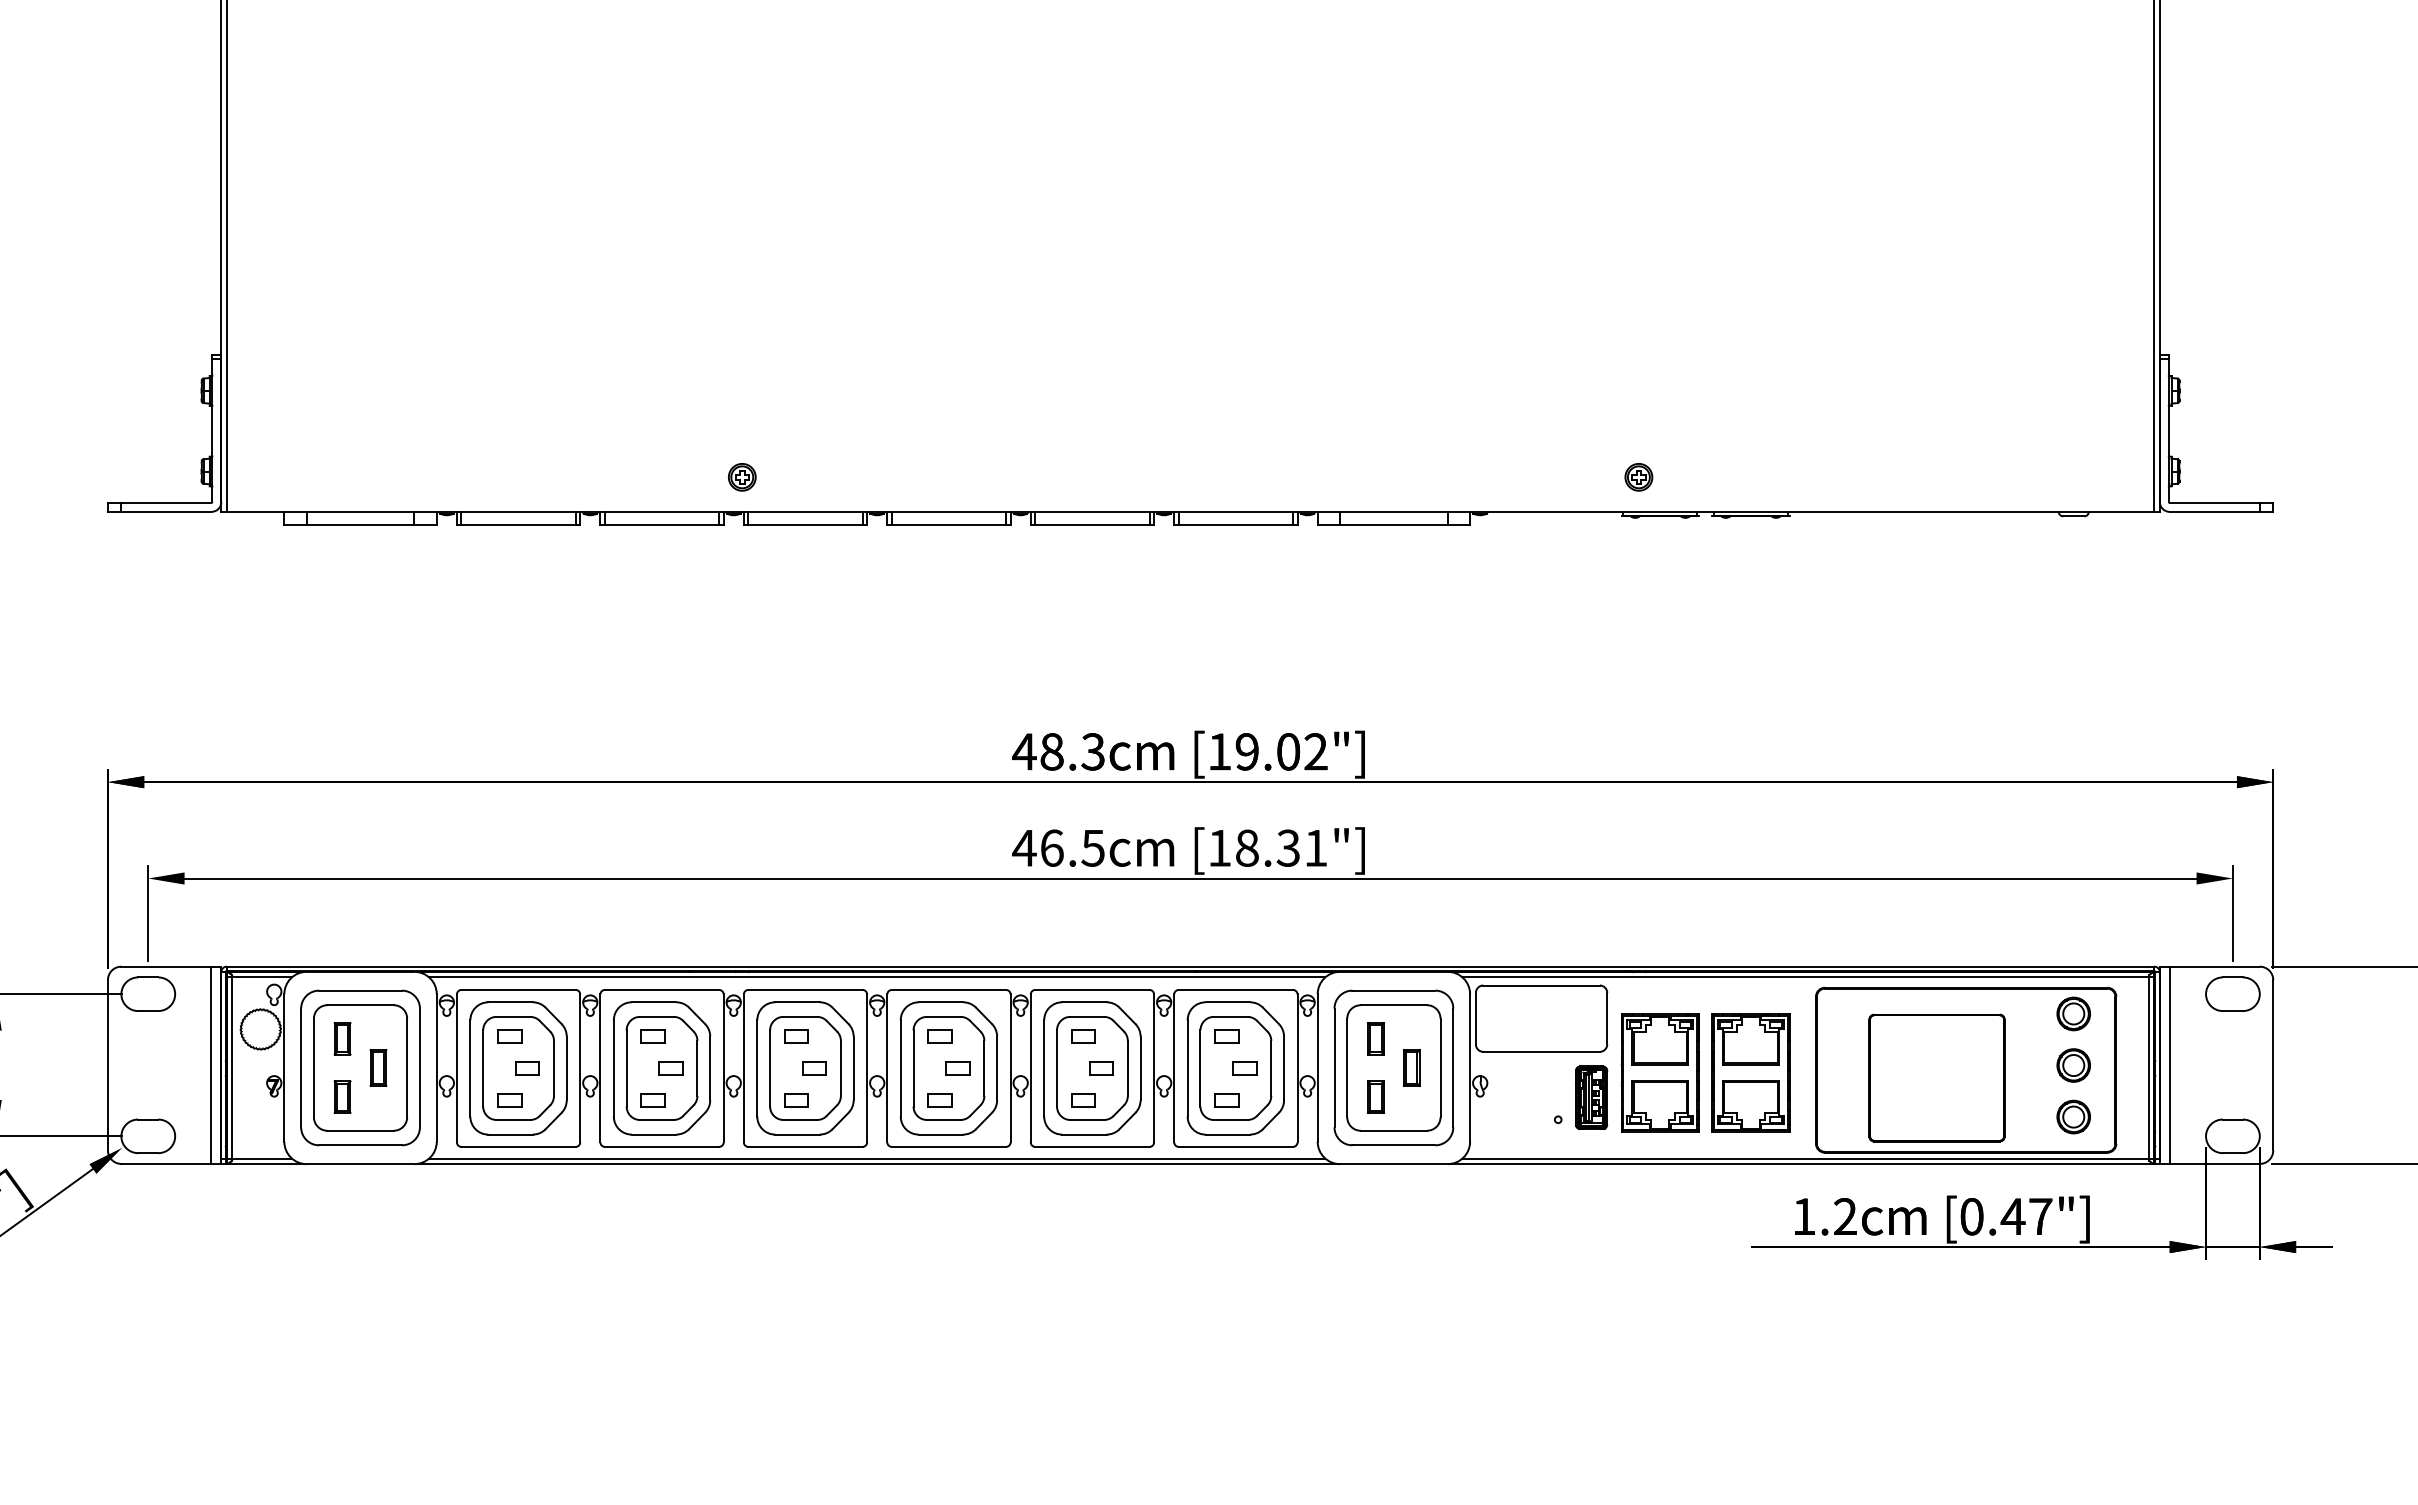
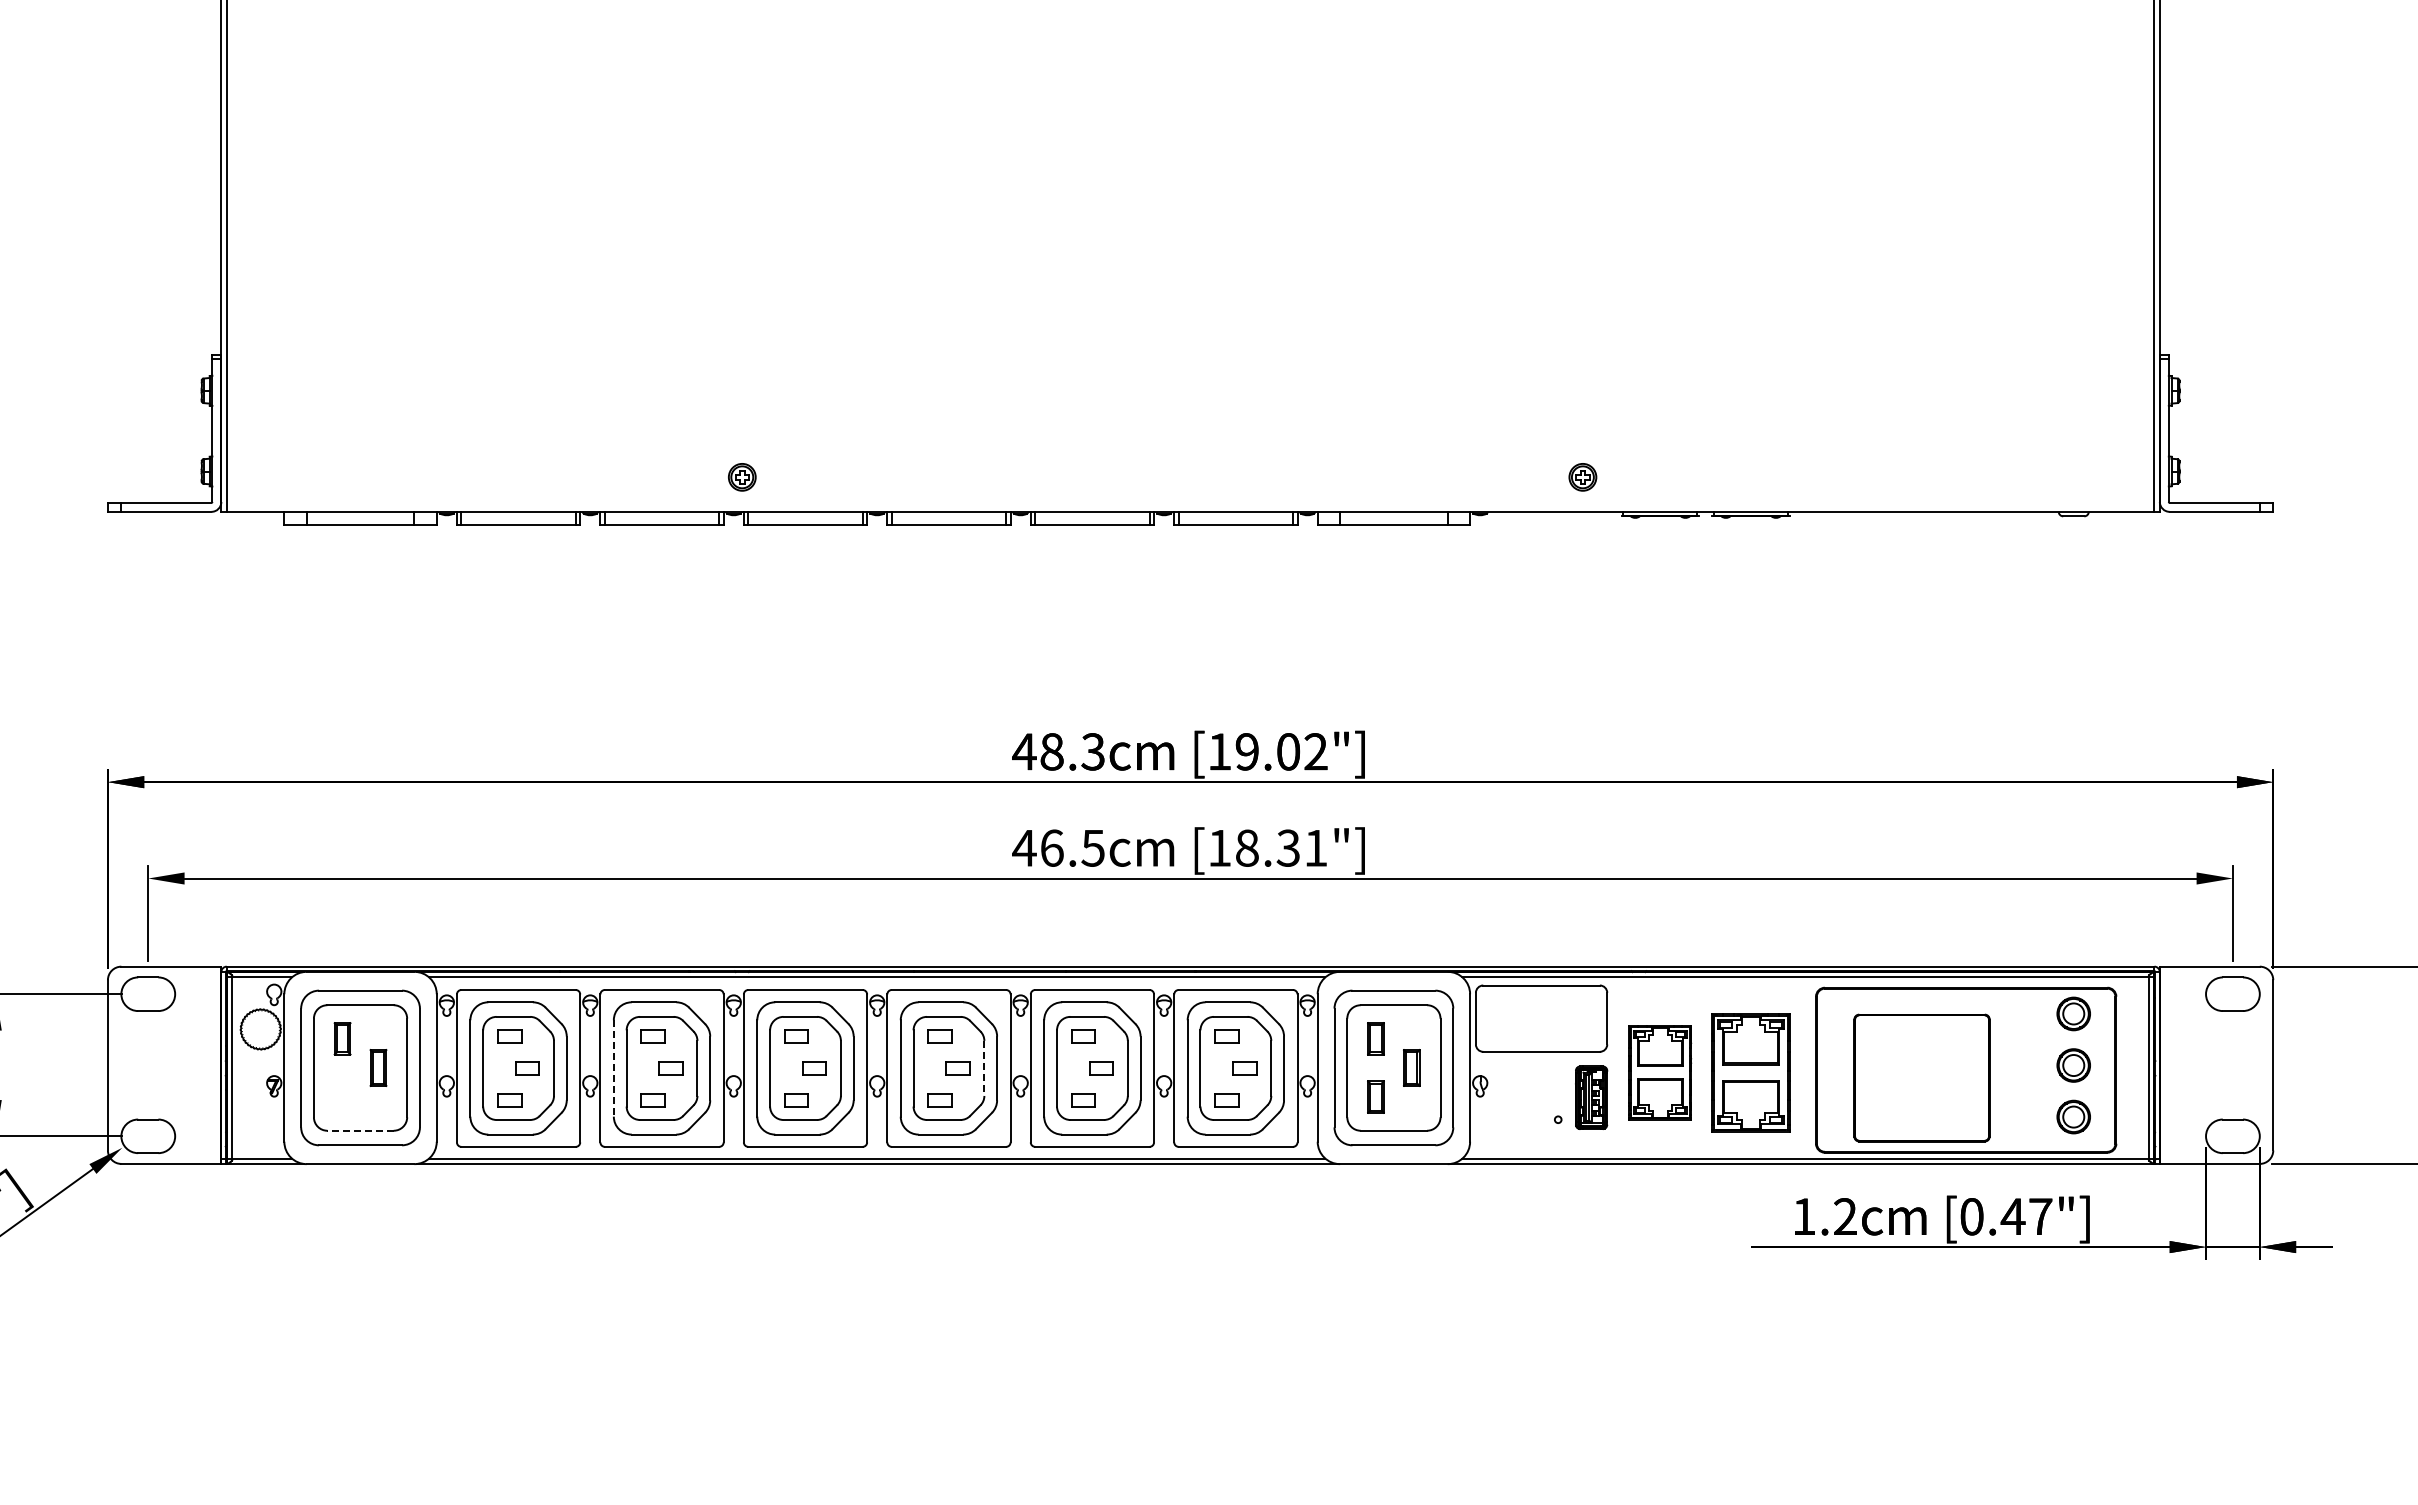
part at (1638, 477) position: (1638, 477) -> (1582, 477)
line at (211, 1064): present -> none
line at (2169, 1064): present -> none
line at (613, 1068): solid -> dashed
line at (984, 1068): solid -> dashed
part at (1659, 1072) size: 80x120 px -> 65x96 px
part at (1936, 1077) position: (1936, 1077) -> (1921, 1077)
part at (342, 1096): present -> none
line at (360, 1130): solid -> dashed
